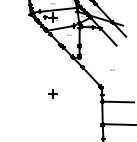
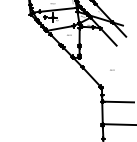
part at (52, 93): present -> none
